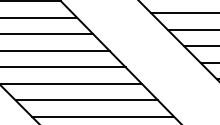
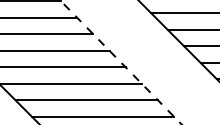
line at (121, 62): solid -> dashed
